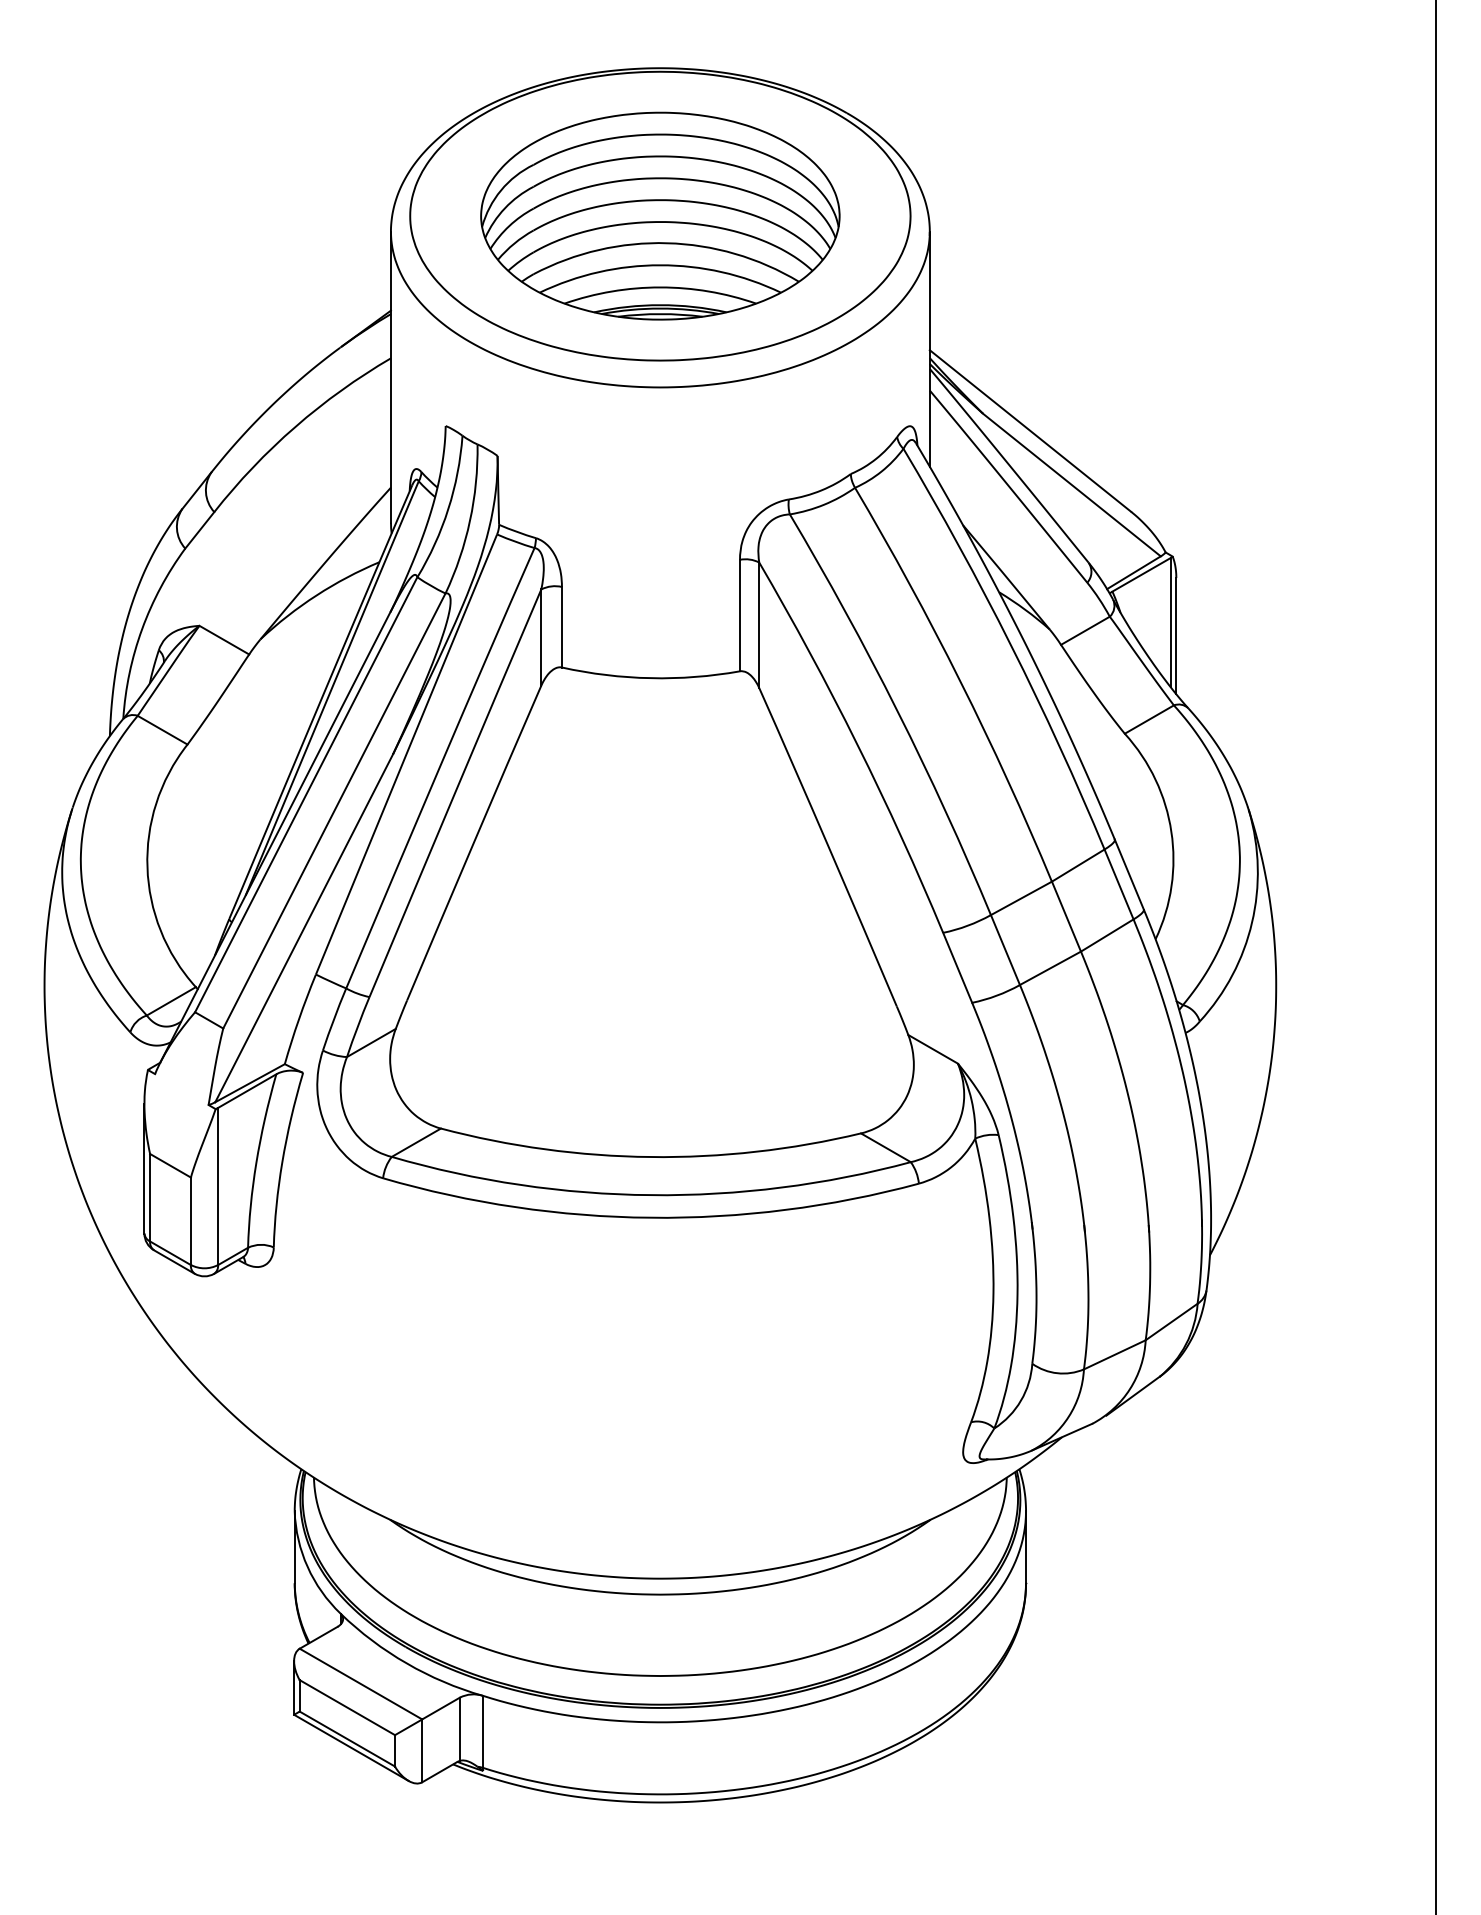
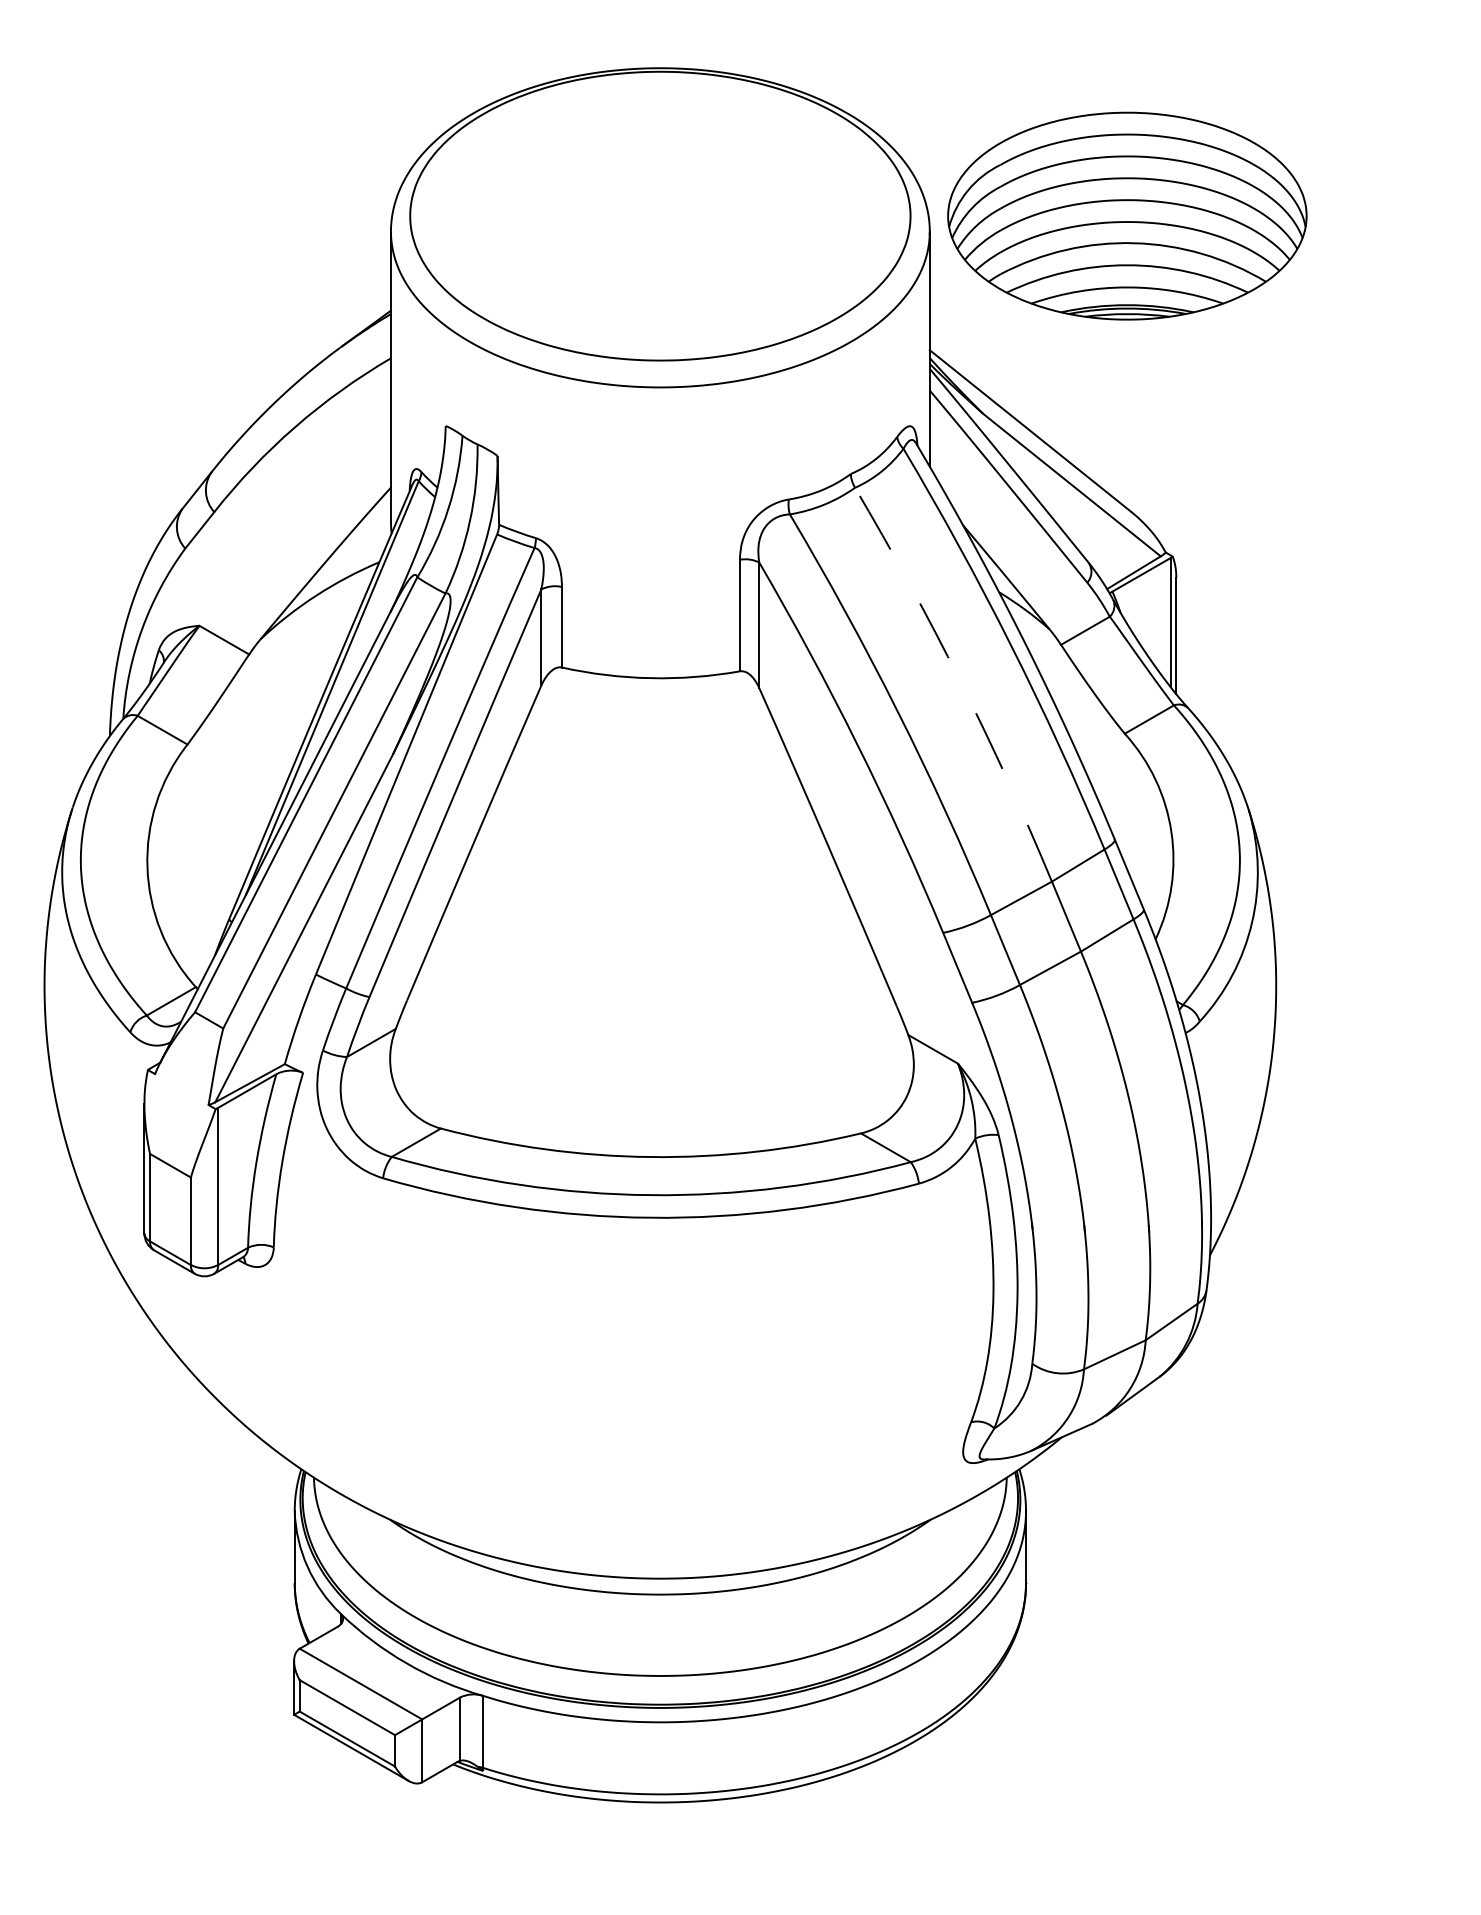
part at (660, 215) position: (660, 215) -> (1127, 215)
arc at (960, 681): solid -> dashed
line at (1436, 956): present -> none
